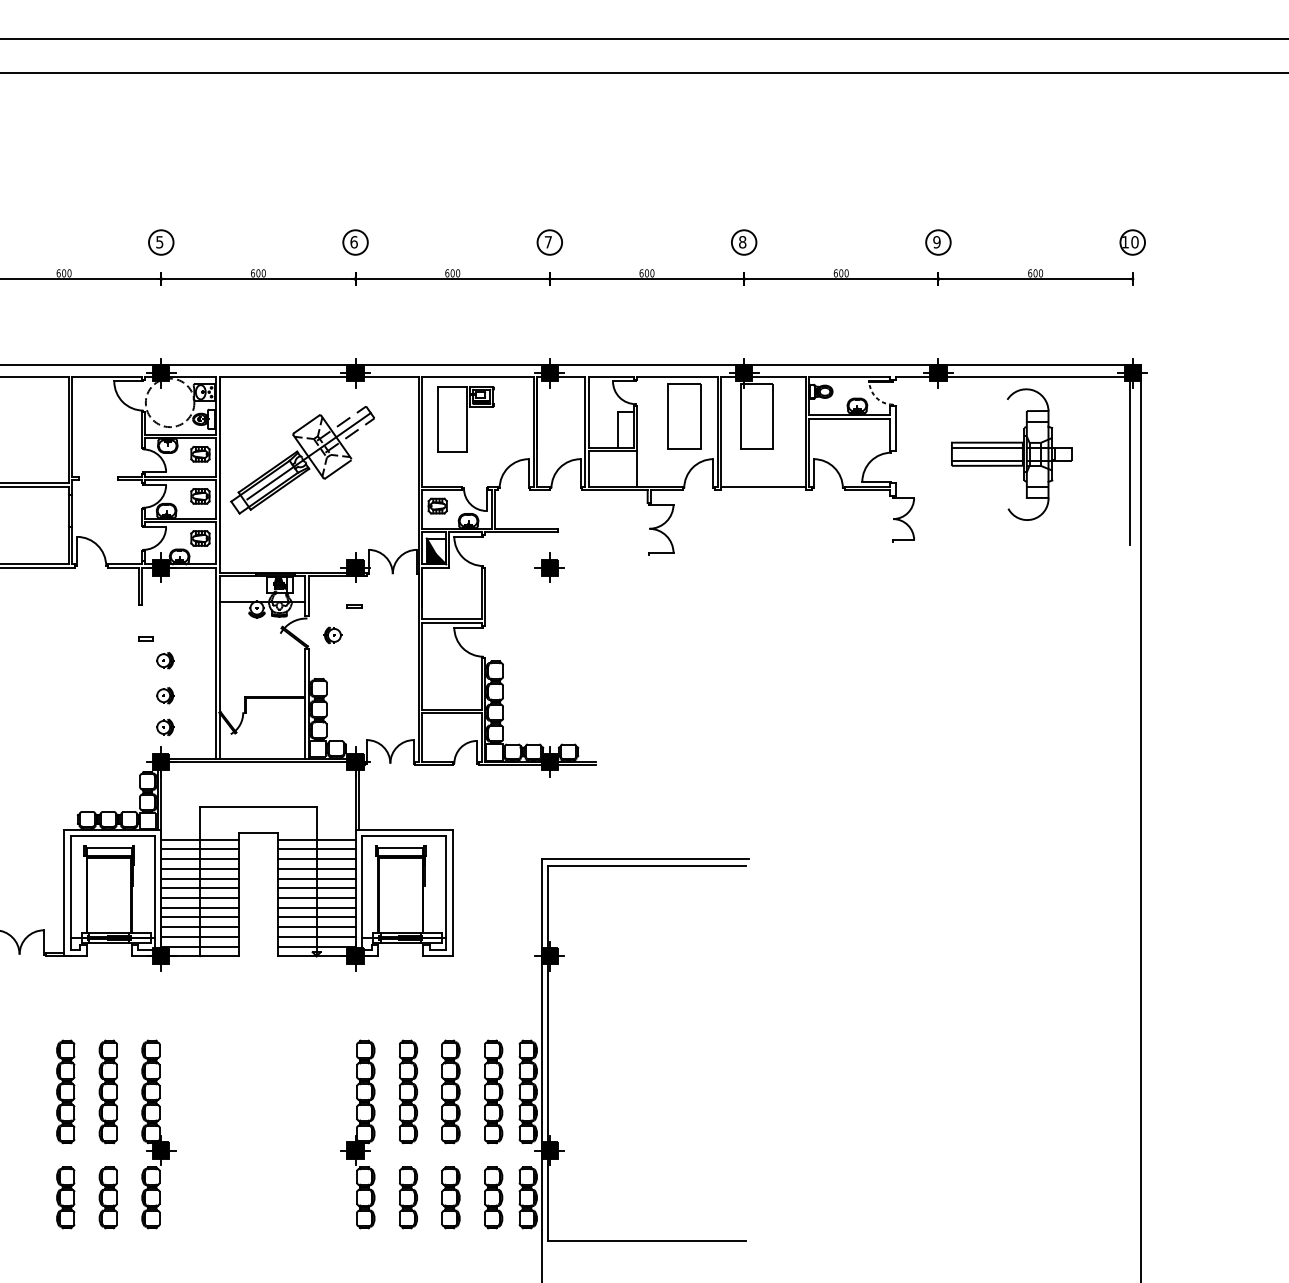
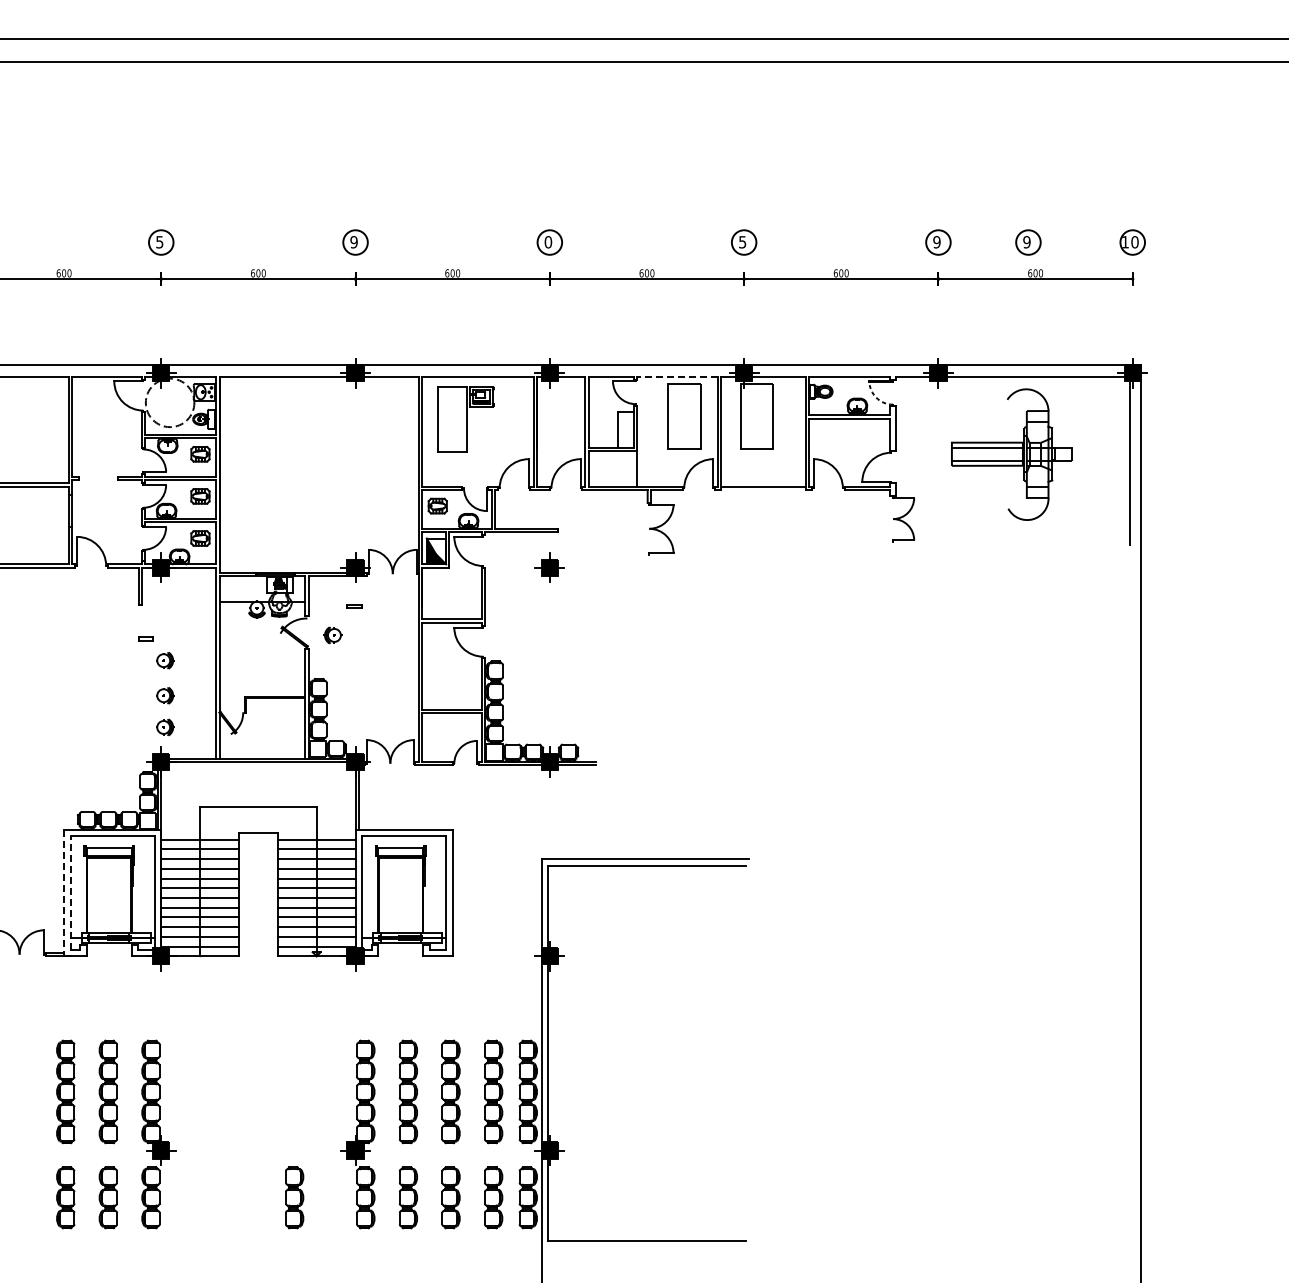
line at (643, 72) position: (643, 72) -> (643, 61)
text at (353, 242): 6 -> 9
text at (548, 242): 7 -> 0
text at (742, 242): 8 -> 5
part at (1028, 242): none -> present
line at (677, 376): solid -> dashed
part at (302, 460): present -> none
line at (64, 893): solid -> dashed
line at (70, 893): solid -> dashed
part at (294, 1197): none -> present
